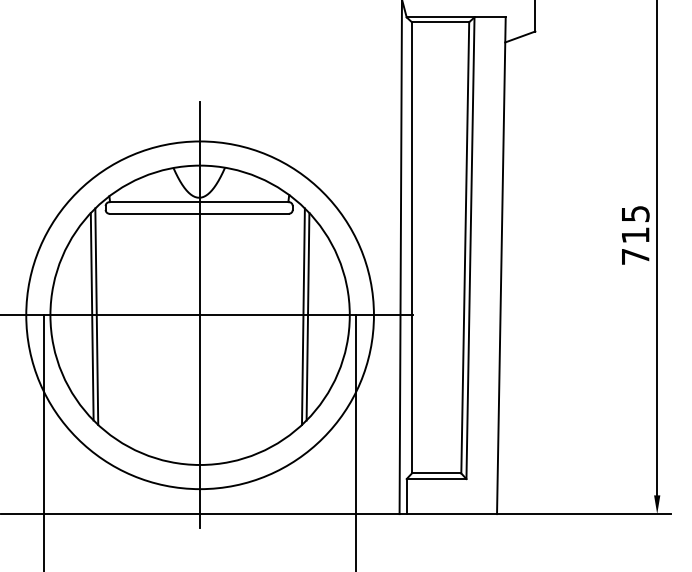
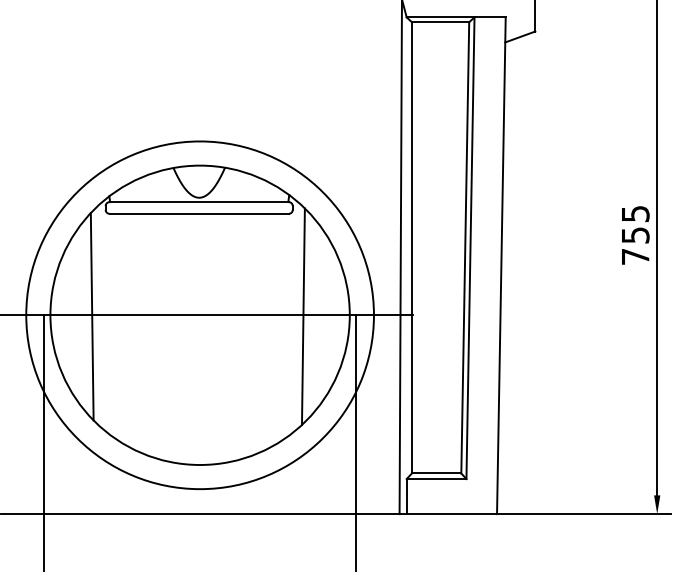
text at (635, 235): 715 -> 755
line at (200, 315): present -> none
line at (96, 316): present -> none
line at (307, 316): present -> none
